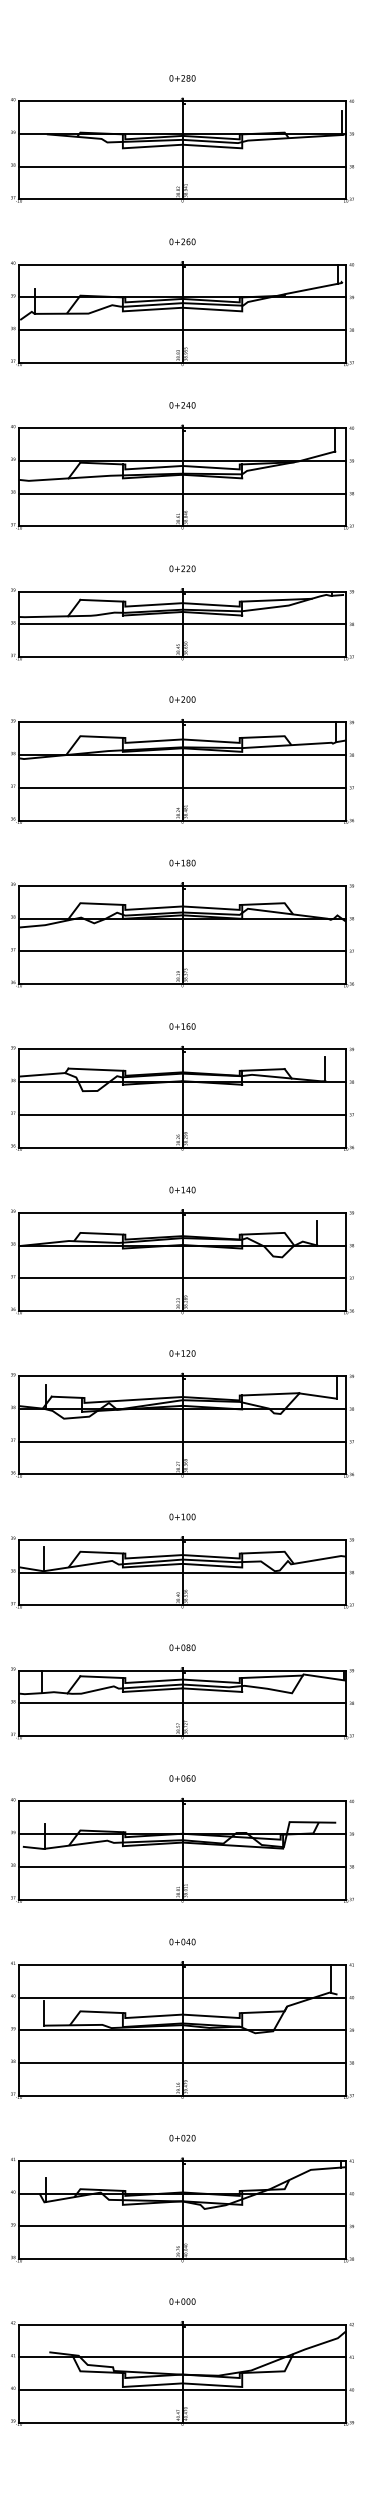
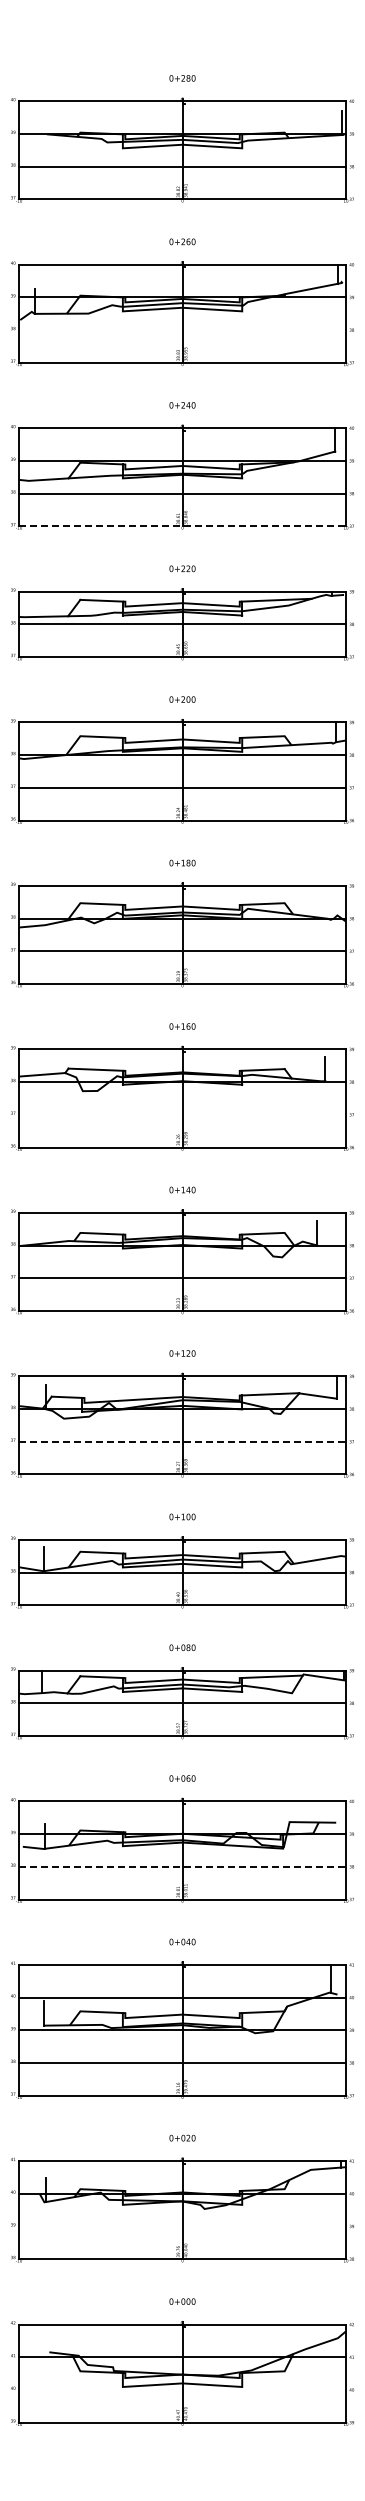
line at (182, 330): present -> none
line at (183, 526): solid -> dashed
line at (182, 1114): present -> none
line at (183, 1441): solid -> dashed
line at (183, 1866): solid -> dashed
line at (182, 2226): present -> none
line at (182, 2389): present -> none
